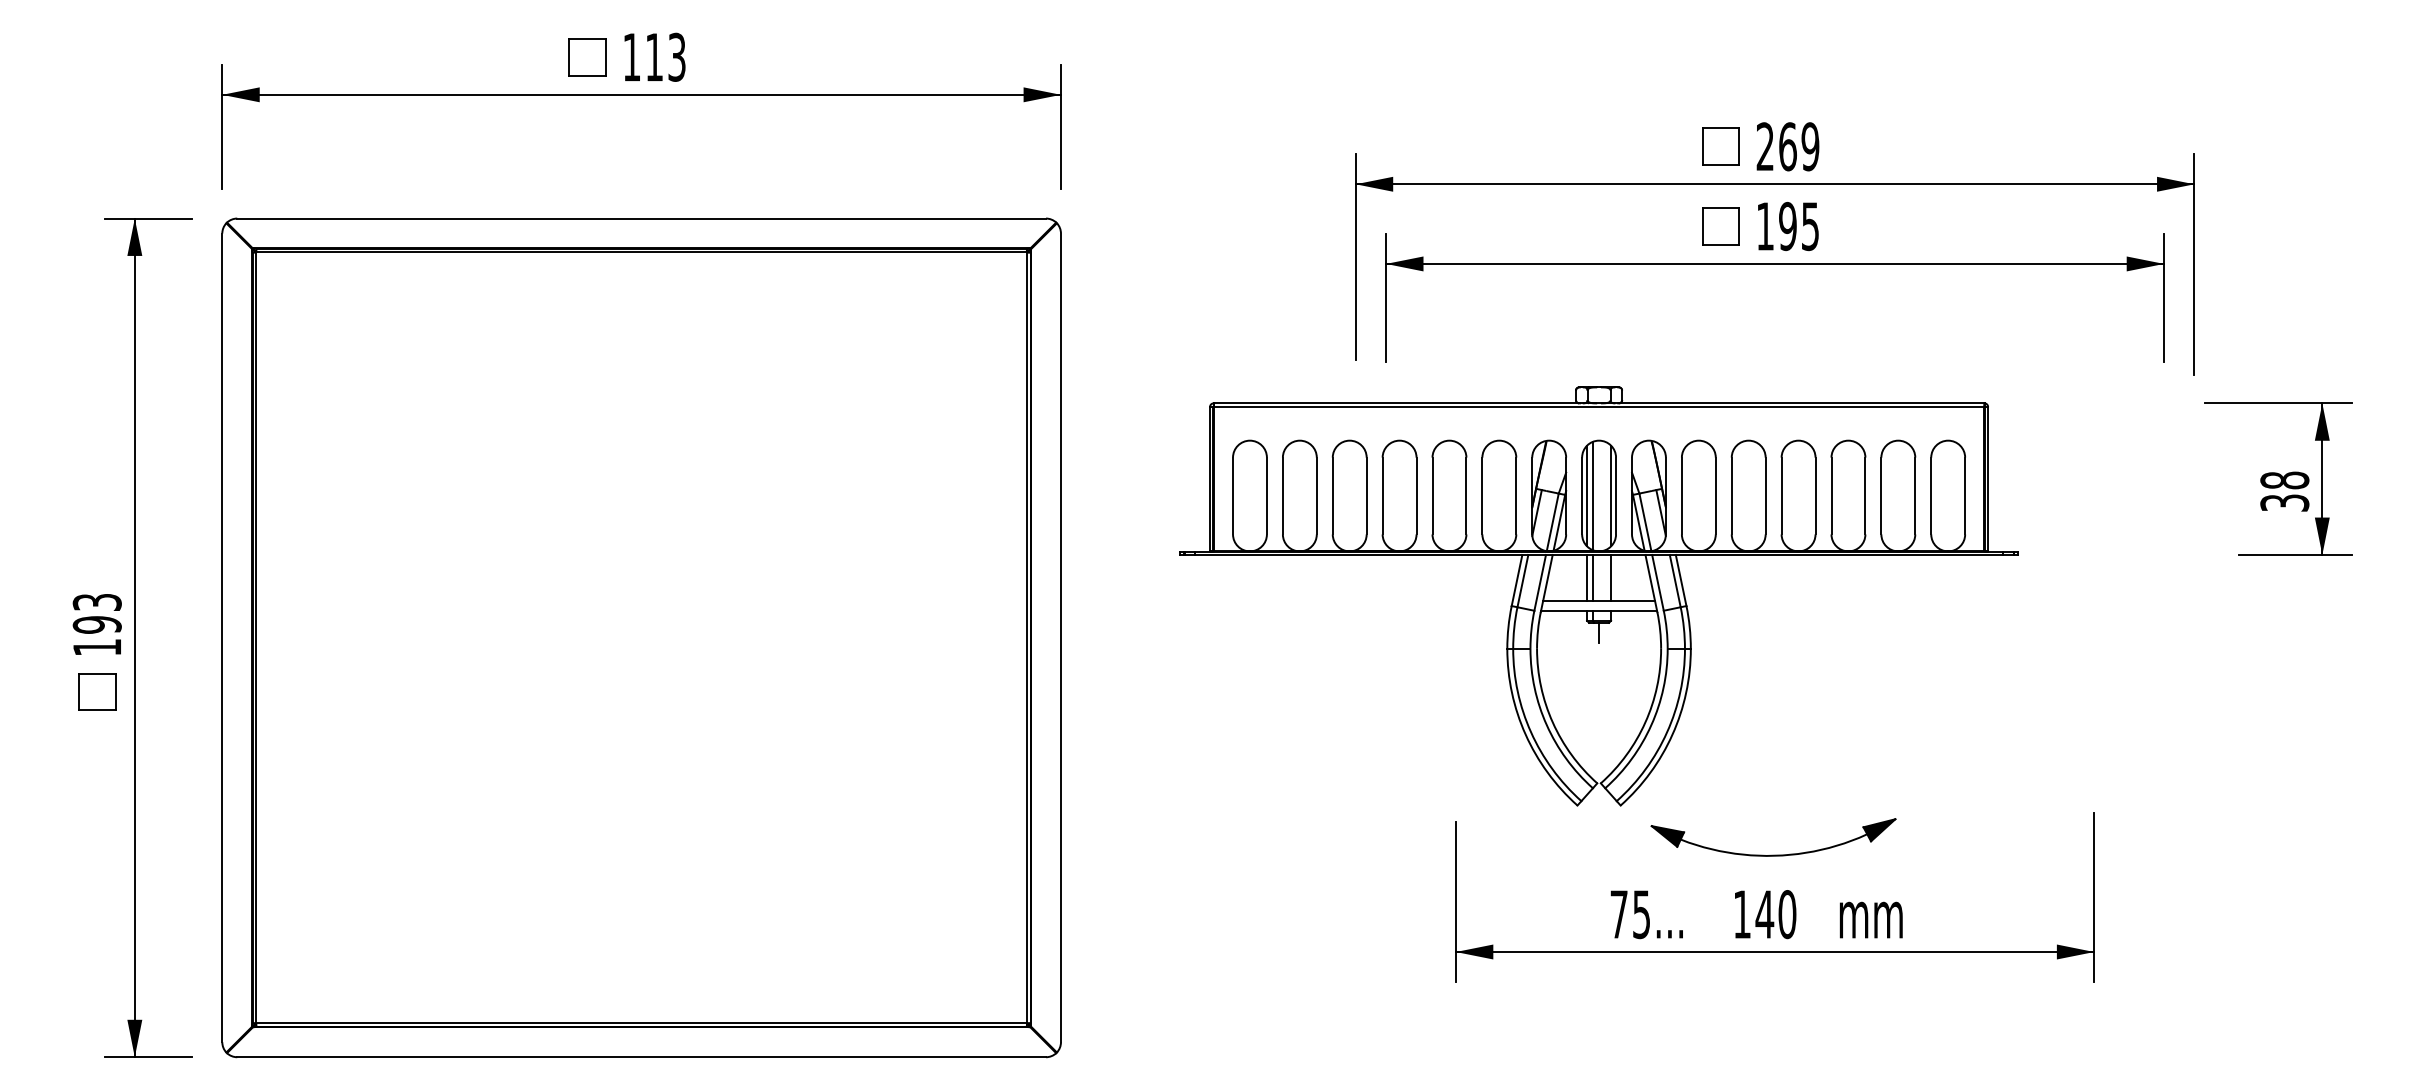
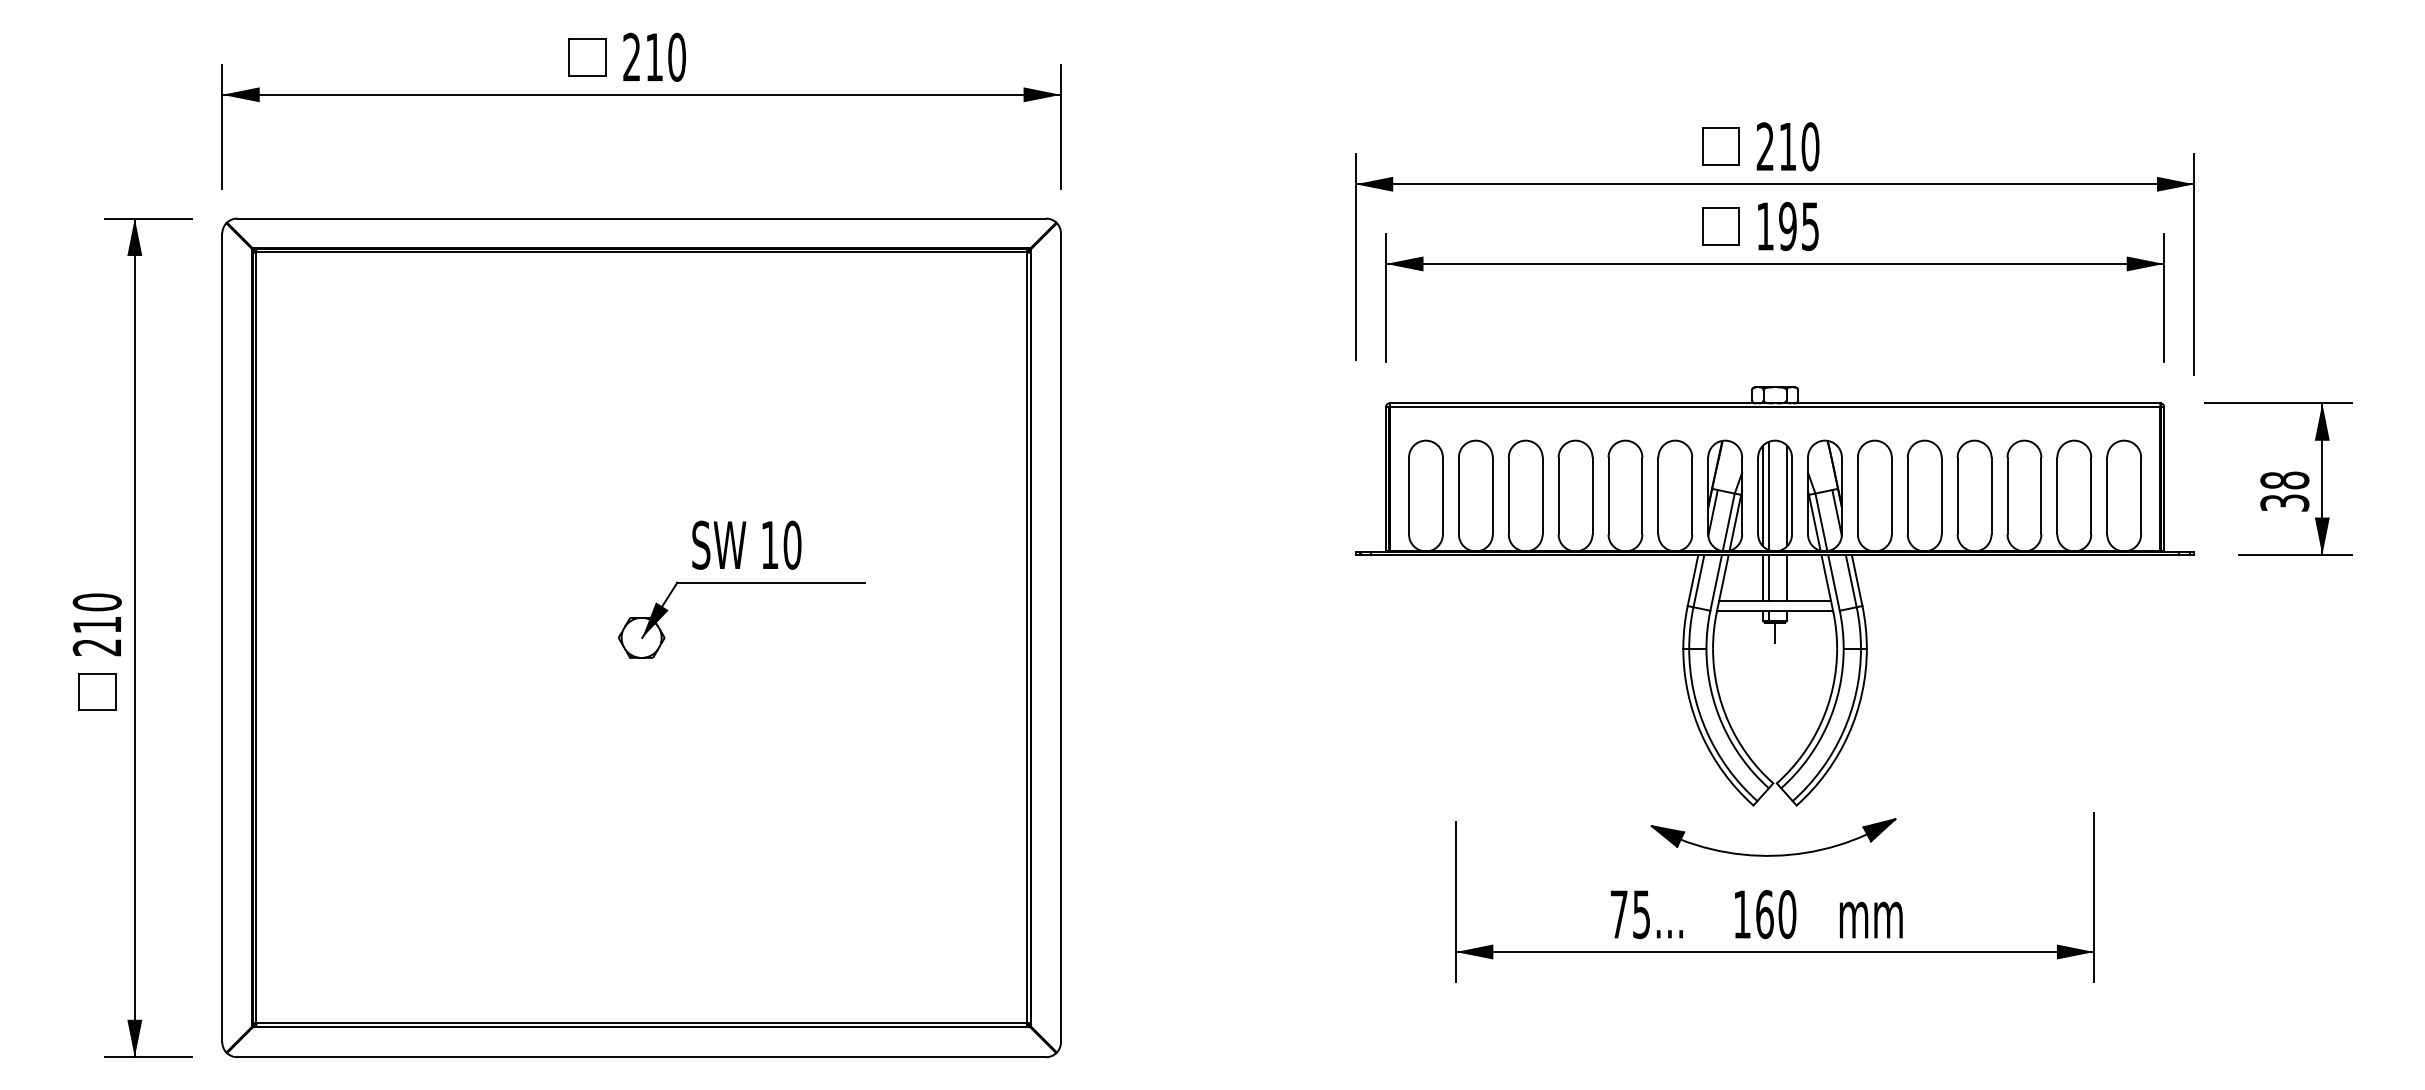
text at (654, 56): 113 -> 210
text at (1799, 146): 269 -> 210
part at (741, 589): none -> present
part at (1598, 596) position: (1598, 596) -> (1774, 596)
text at (96, 624): 193 -> 210
text at (1764, 914): 140 -> 160
